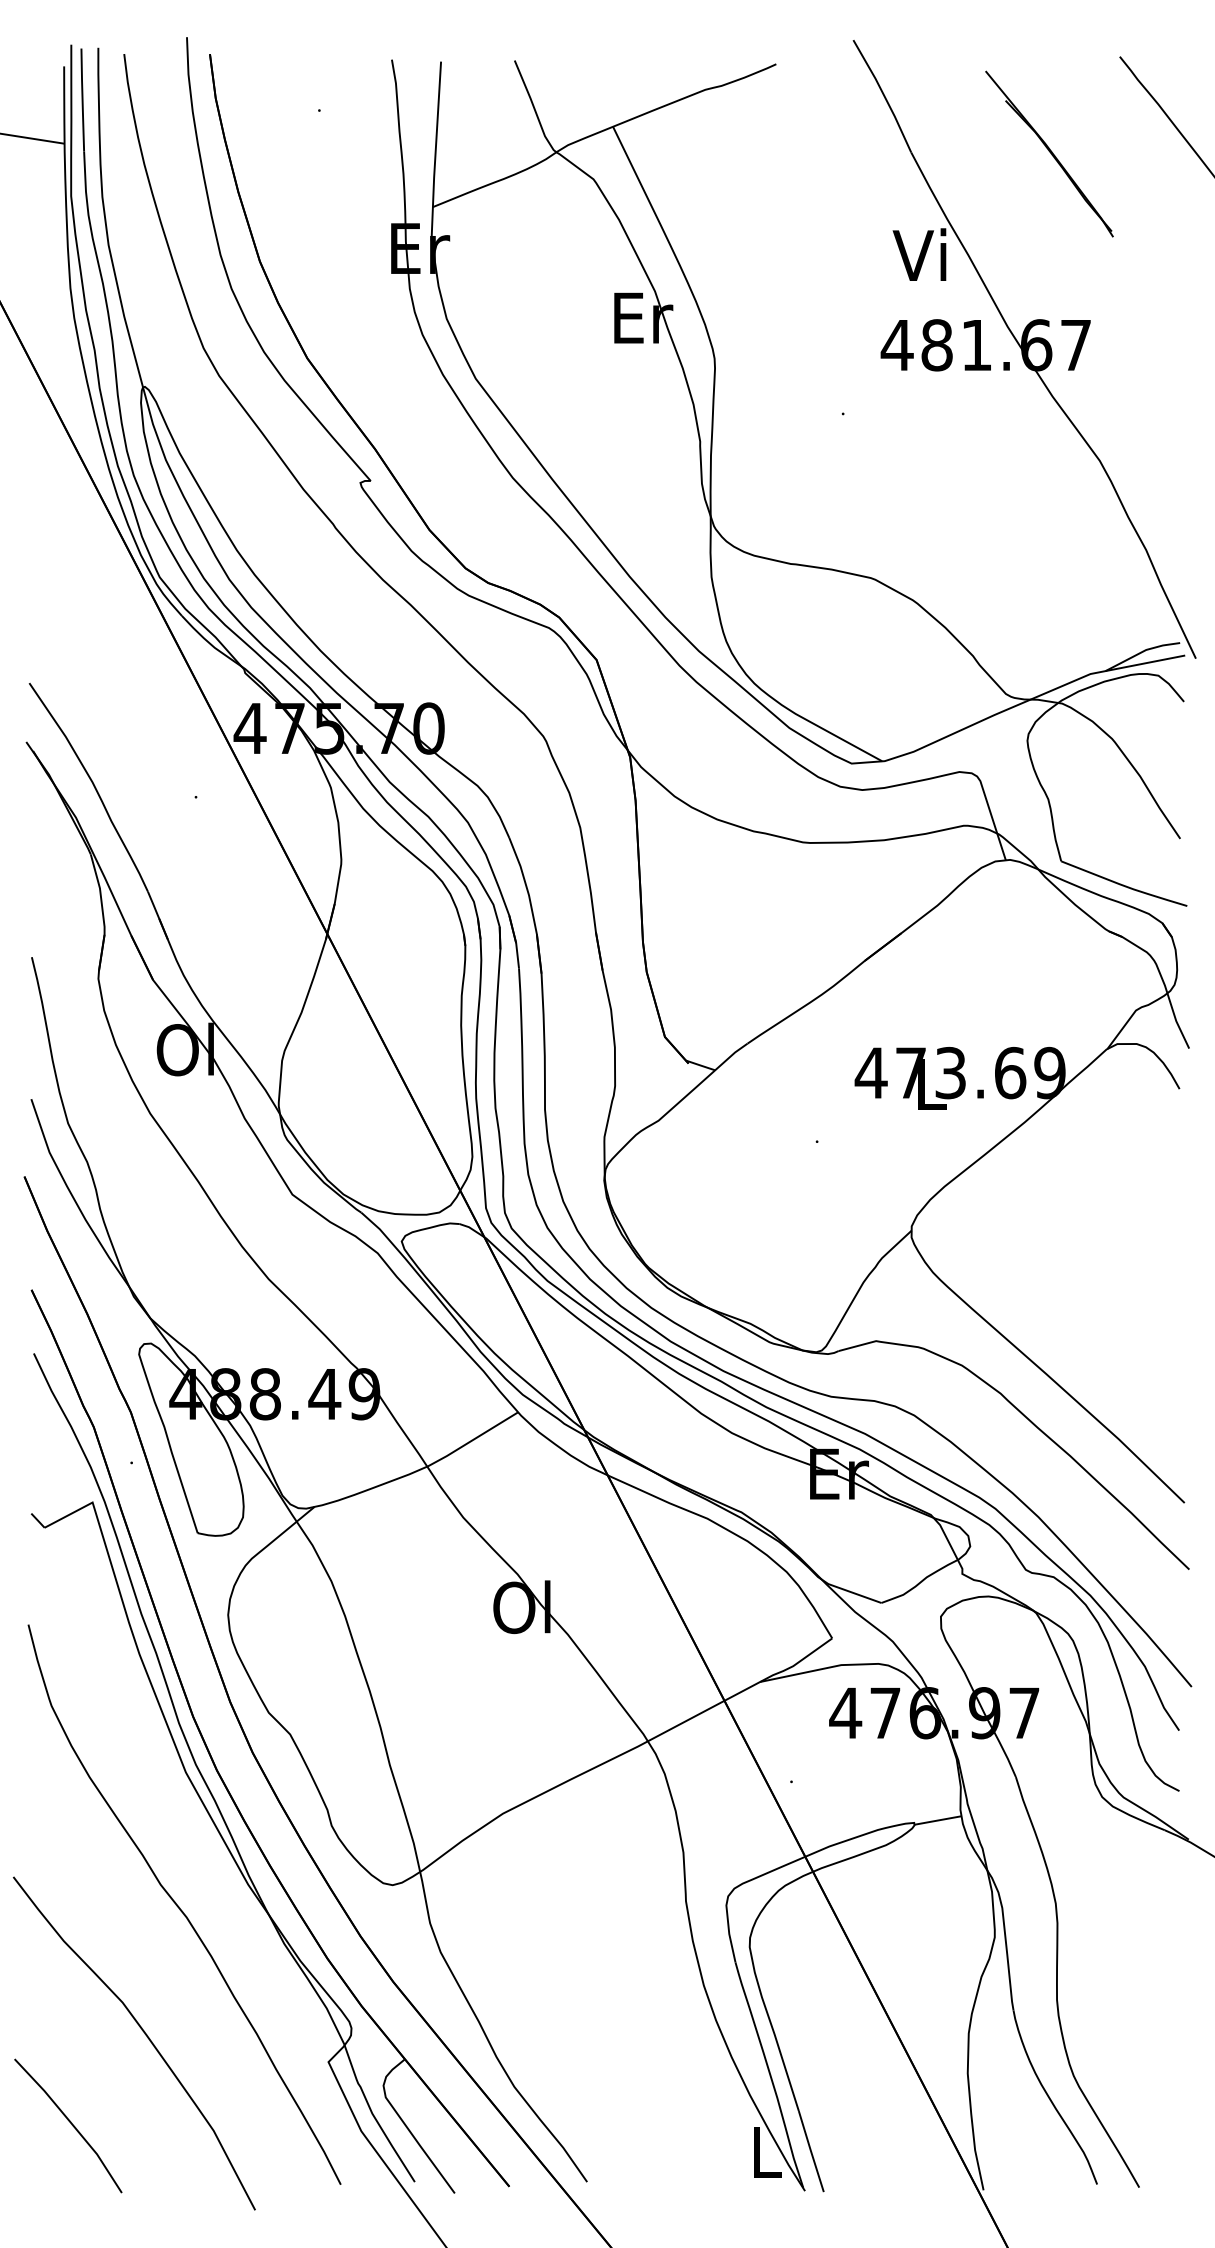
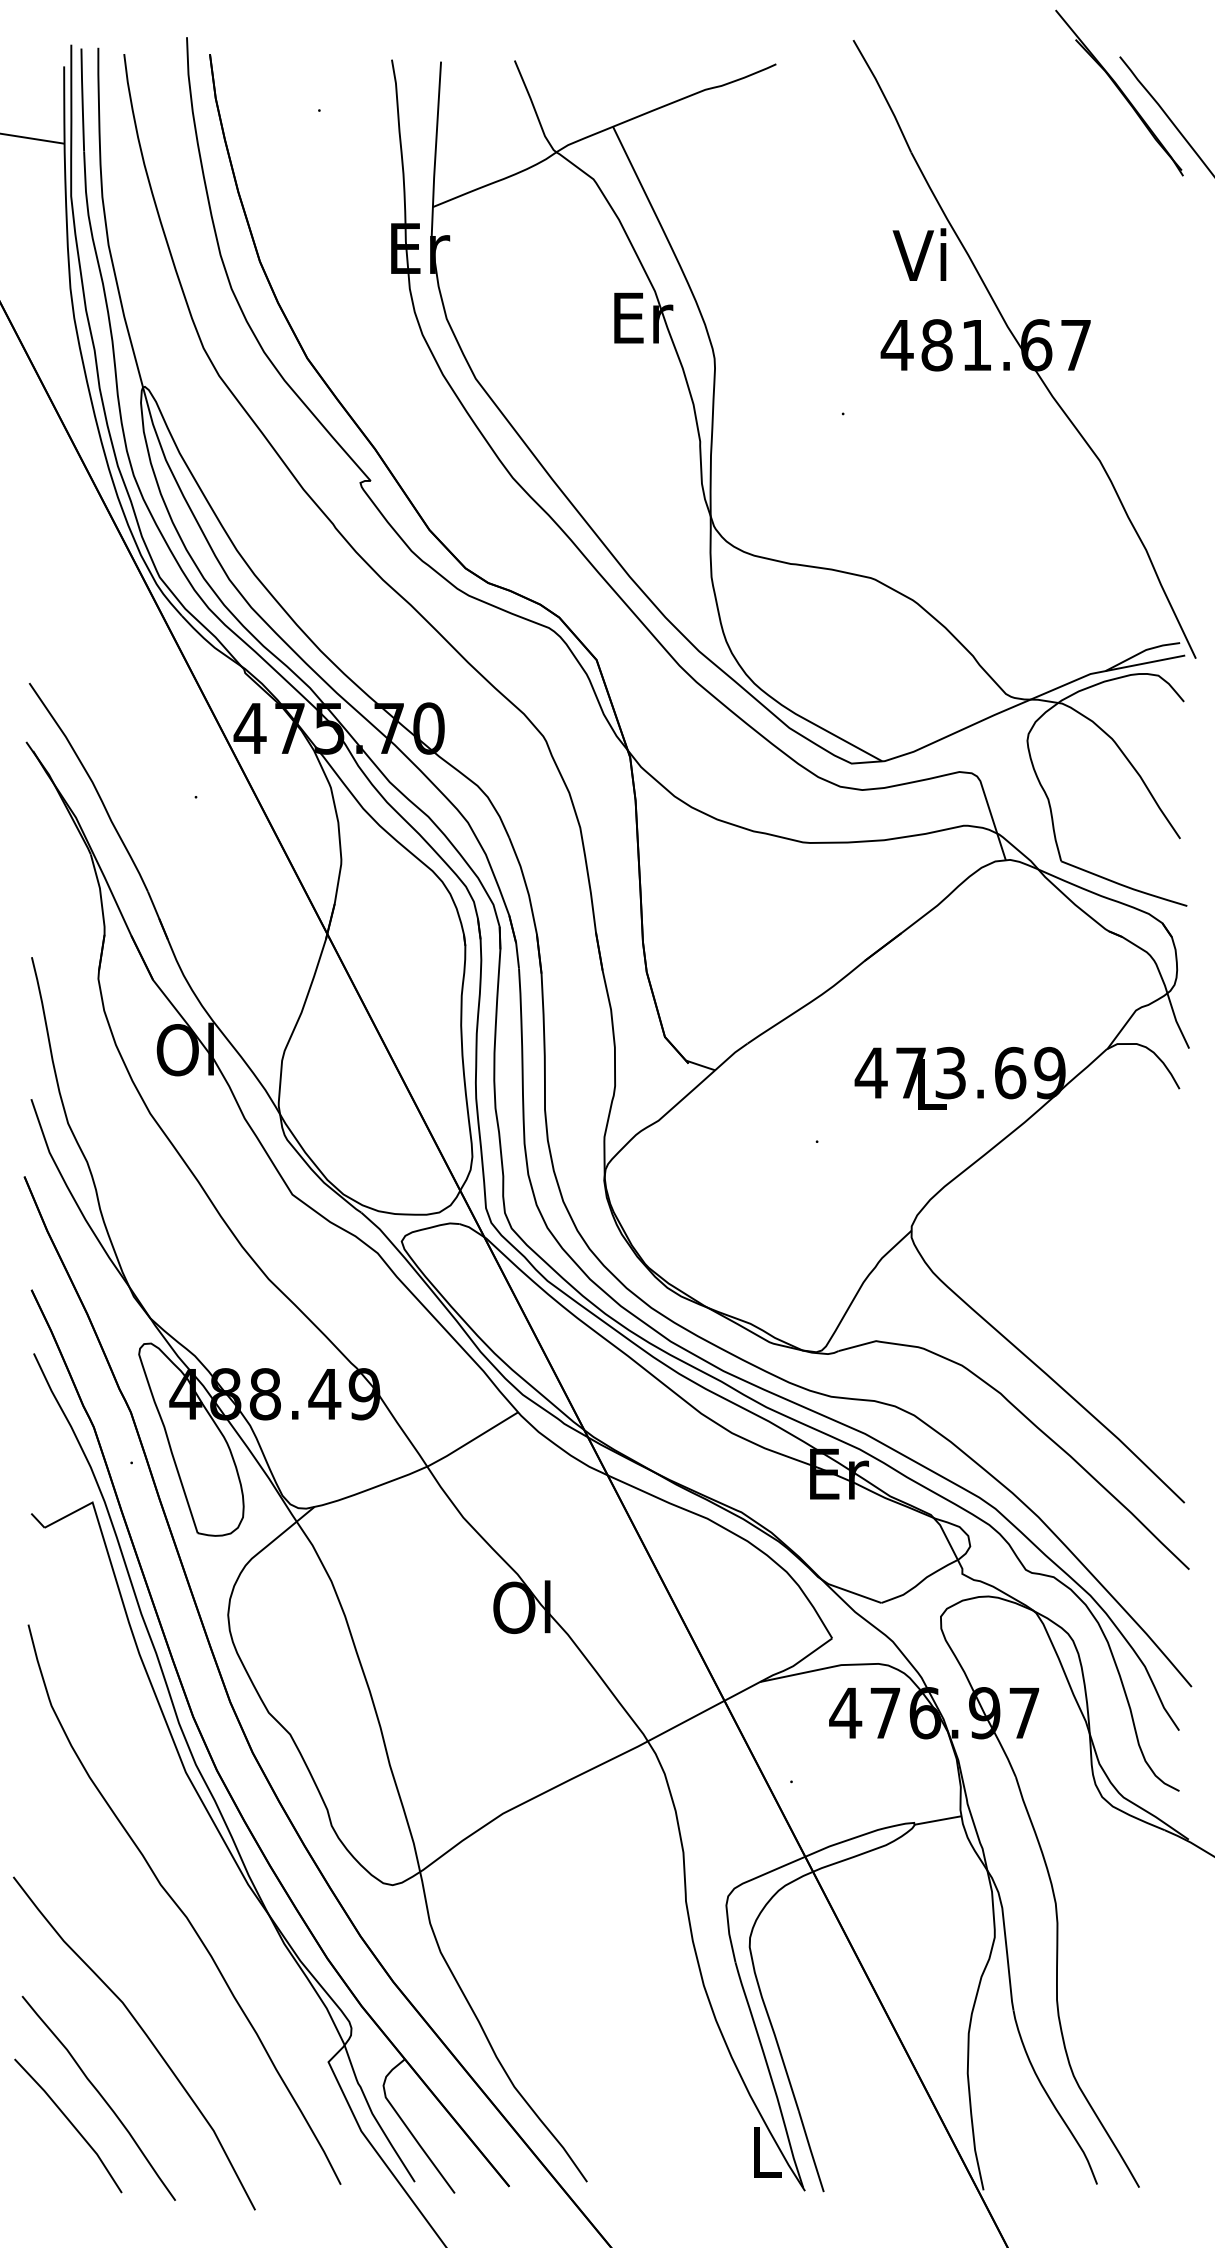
part at (1049, 153) position: (1049, 153) -> (1119, 92)
curve at (99, 2095): none -> present
